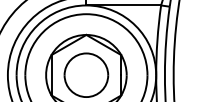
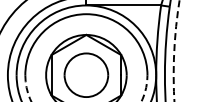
arc at (174, 50): solid -> dashed
arc at (141, 101): solid -> dashed
